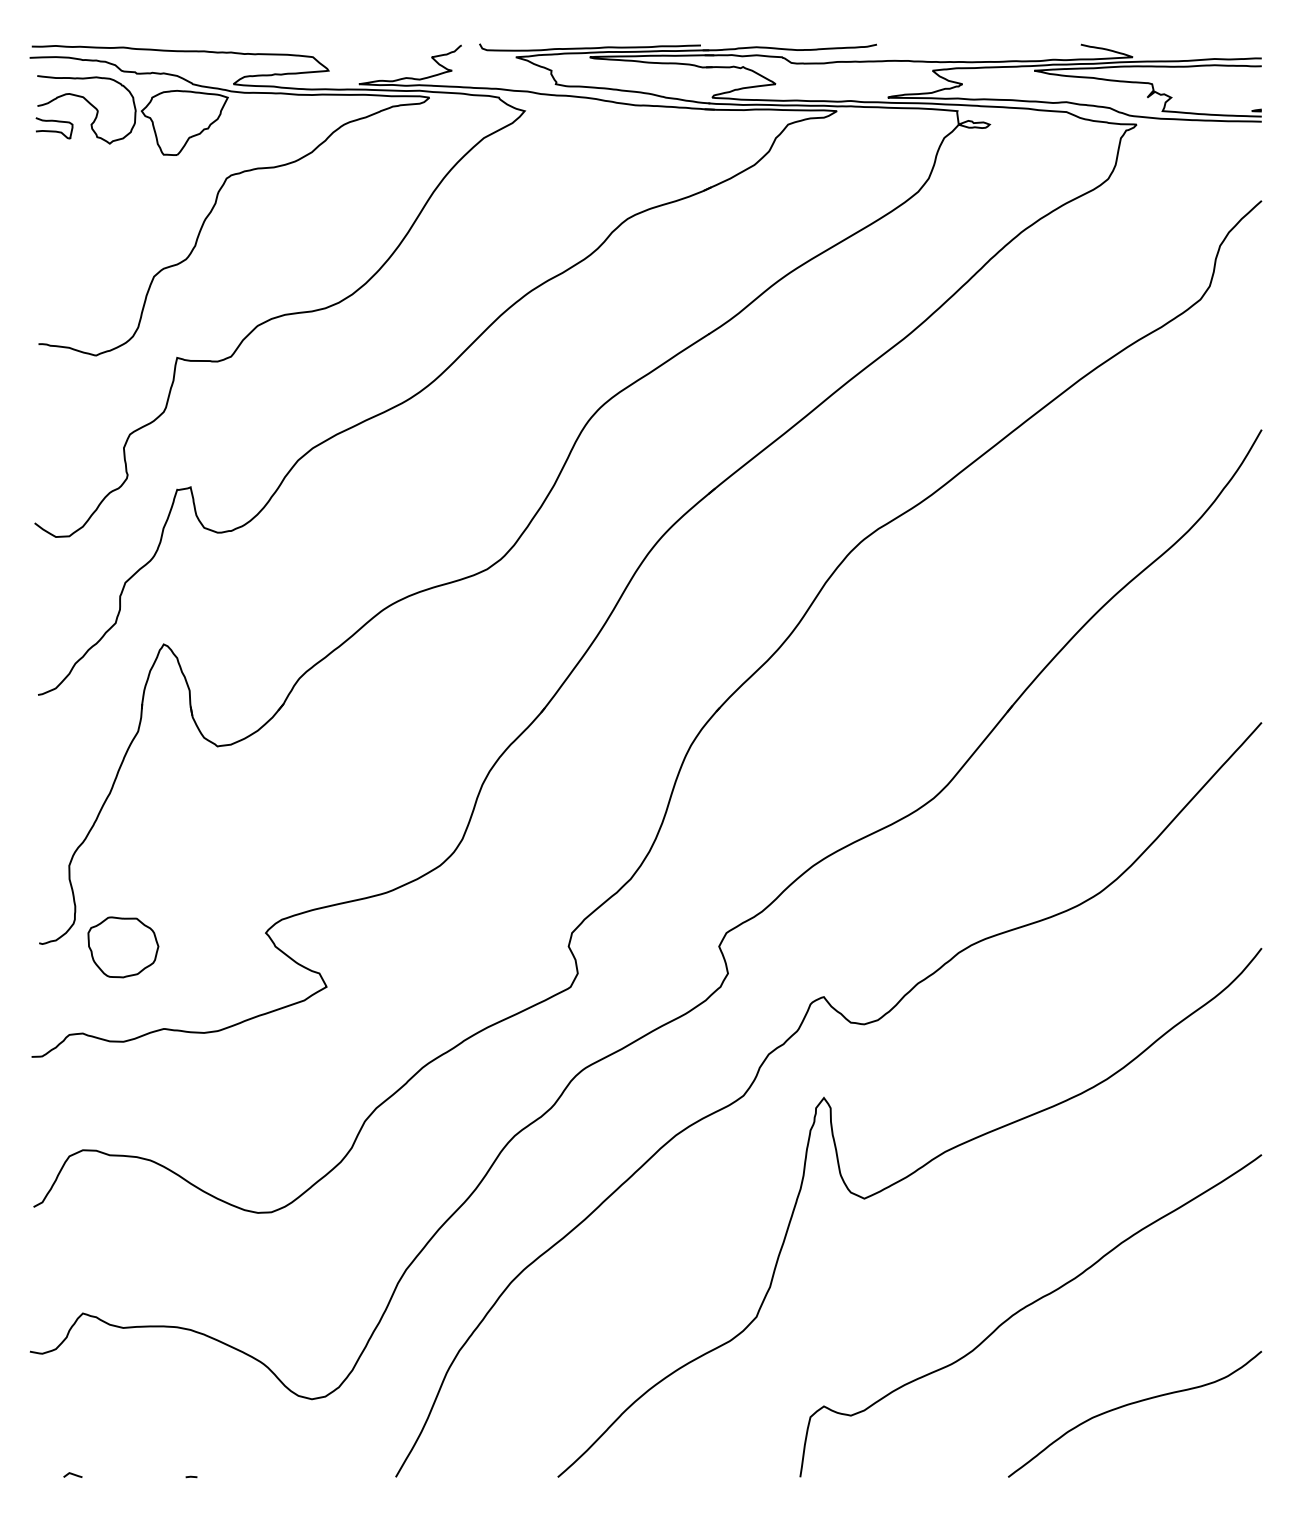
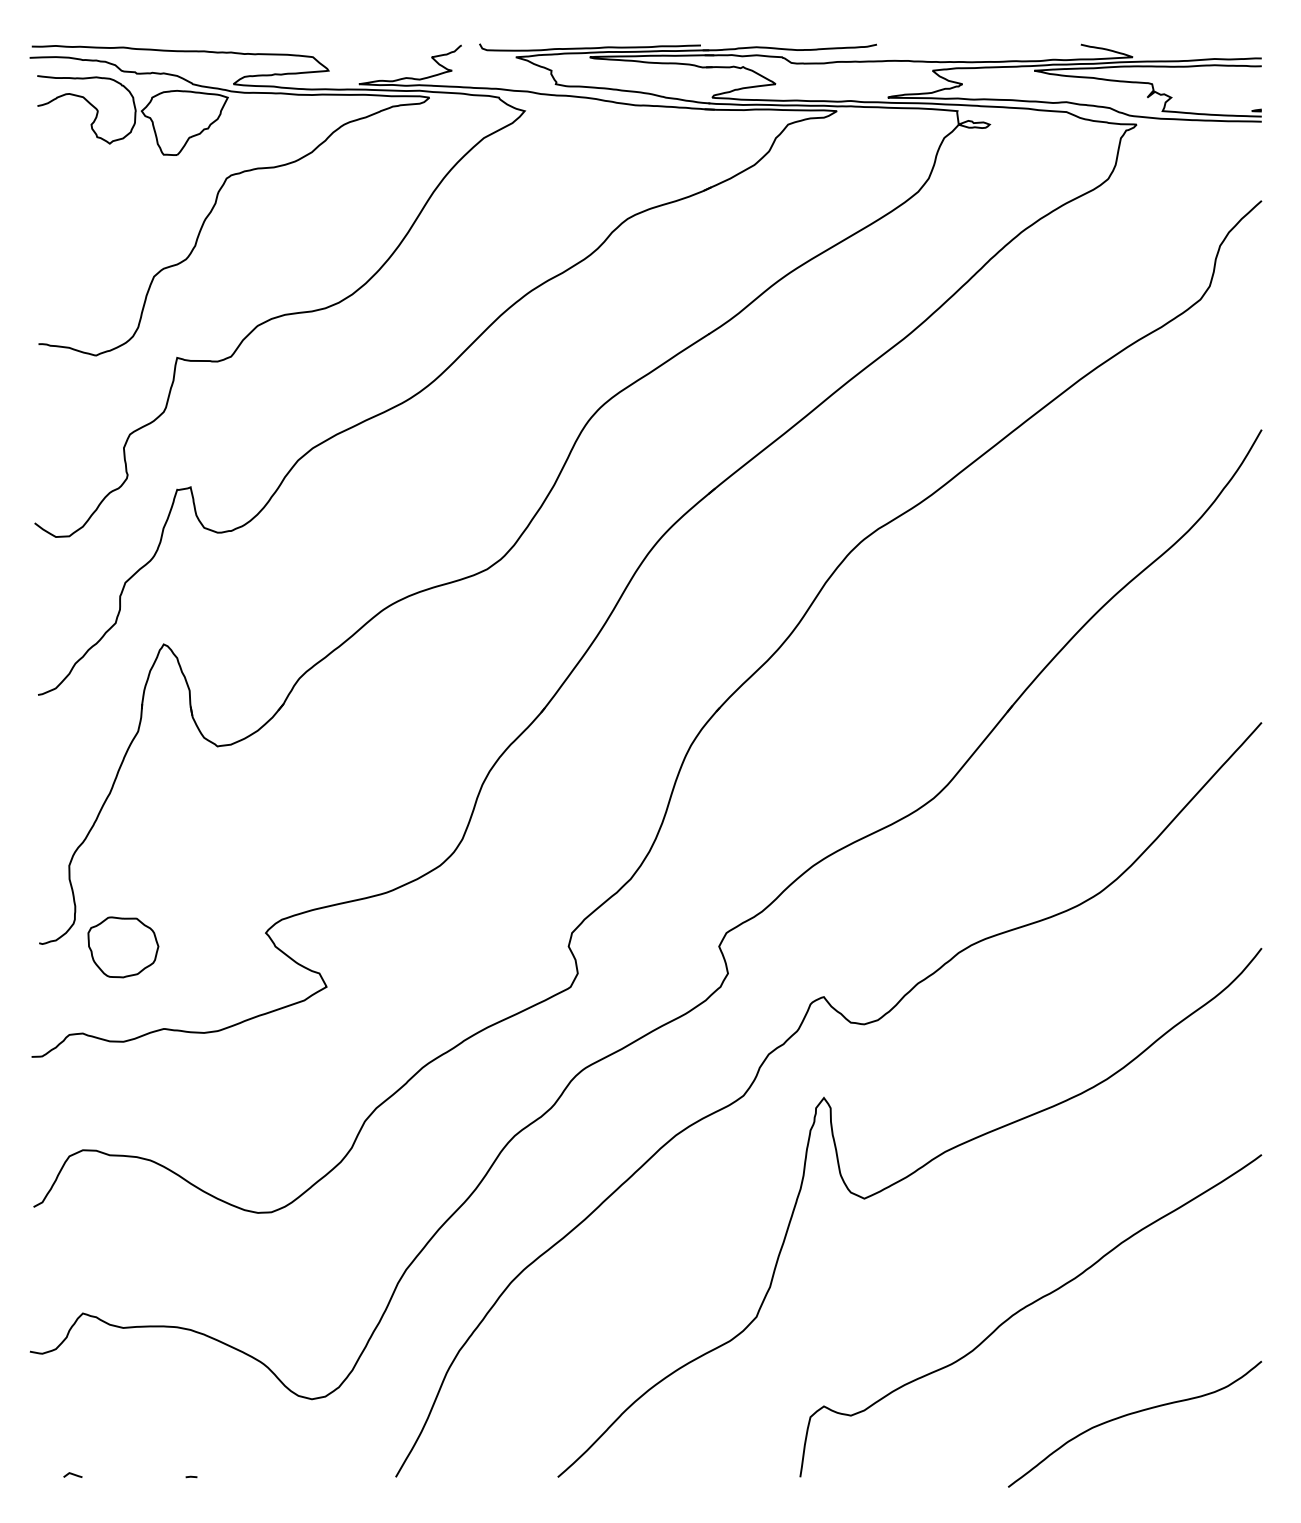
curve at (54, 130): present -> none
curve at (1132, 1404) position: (1132, 1404) -> (1132, 1414)
